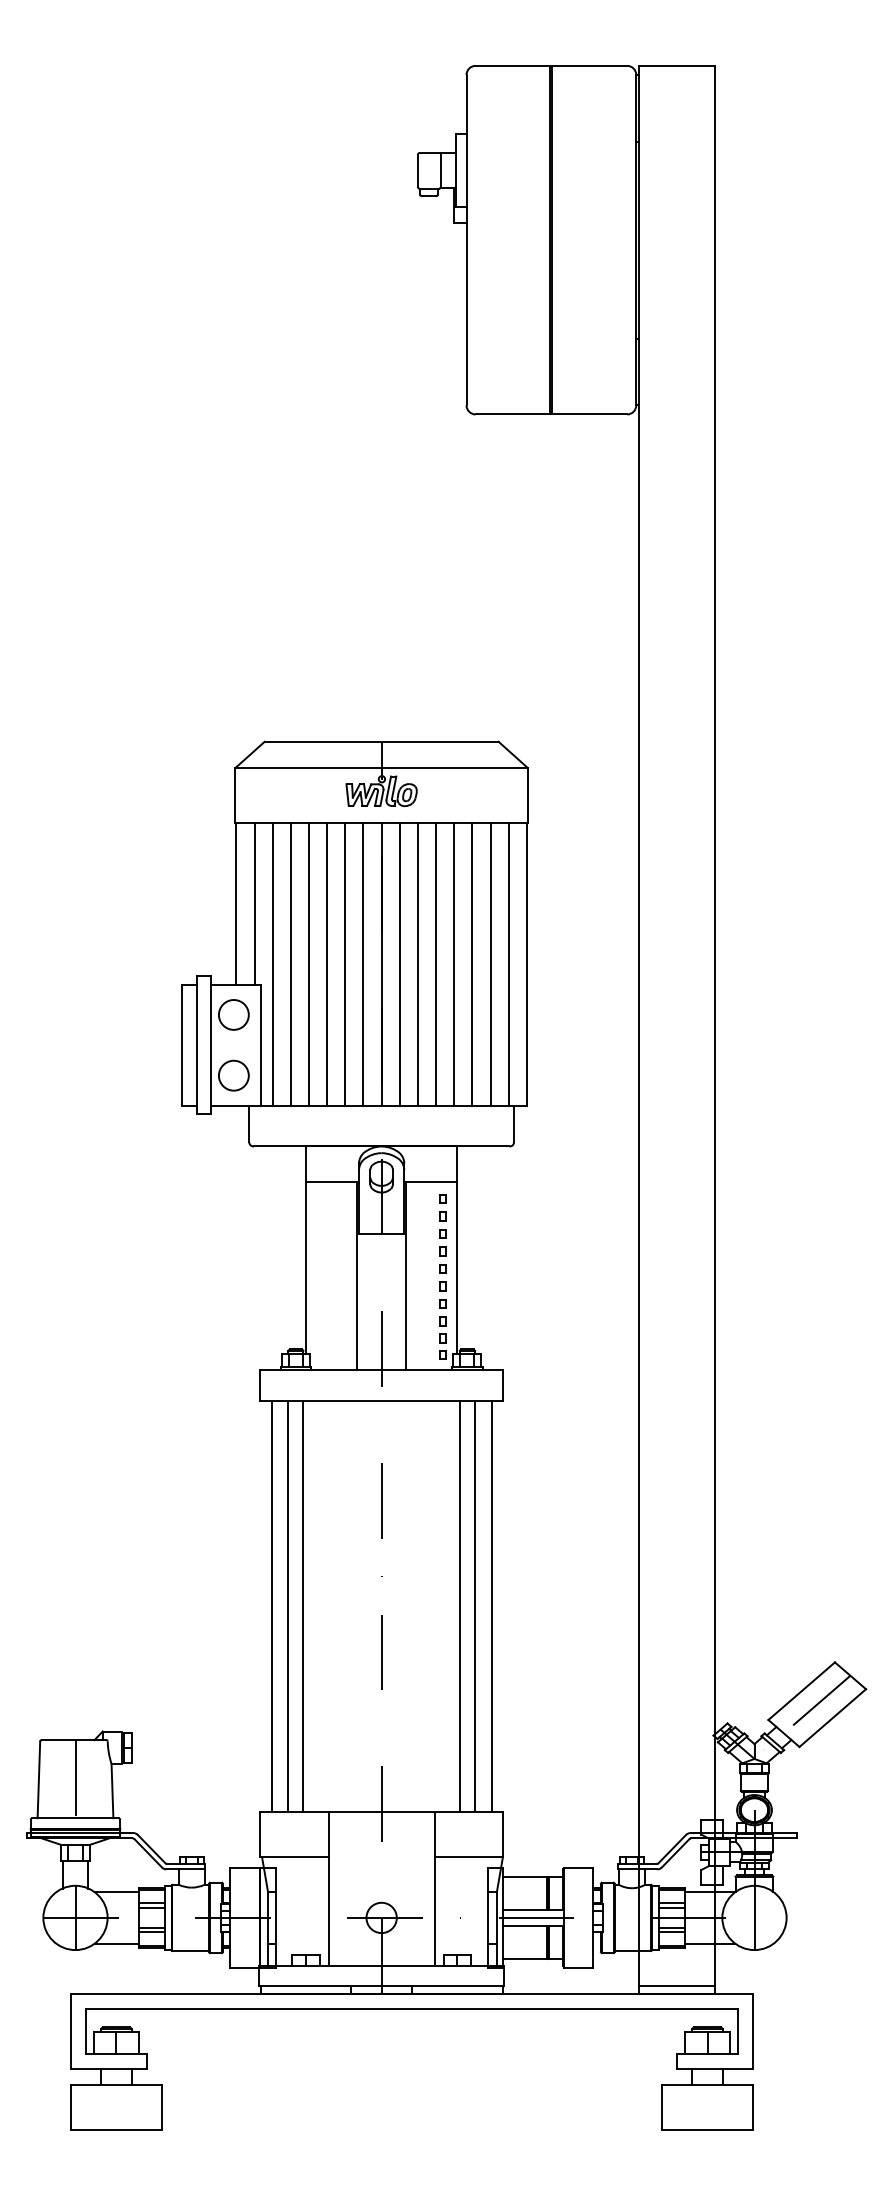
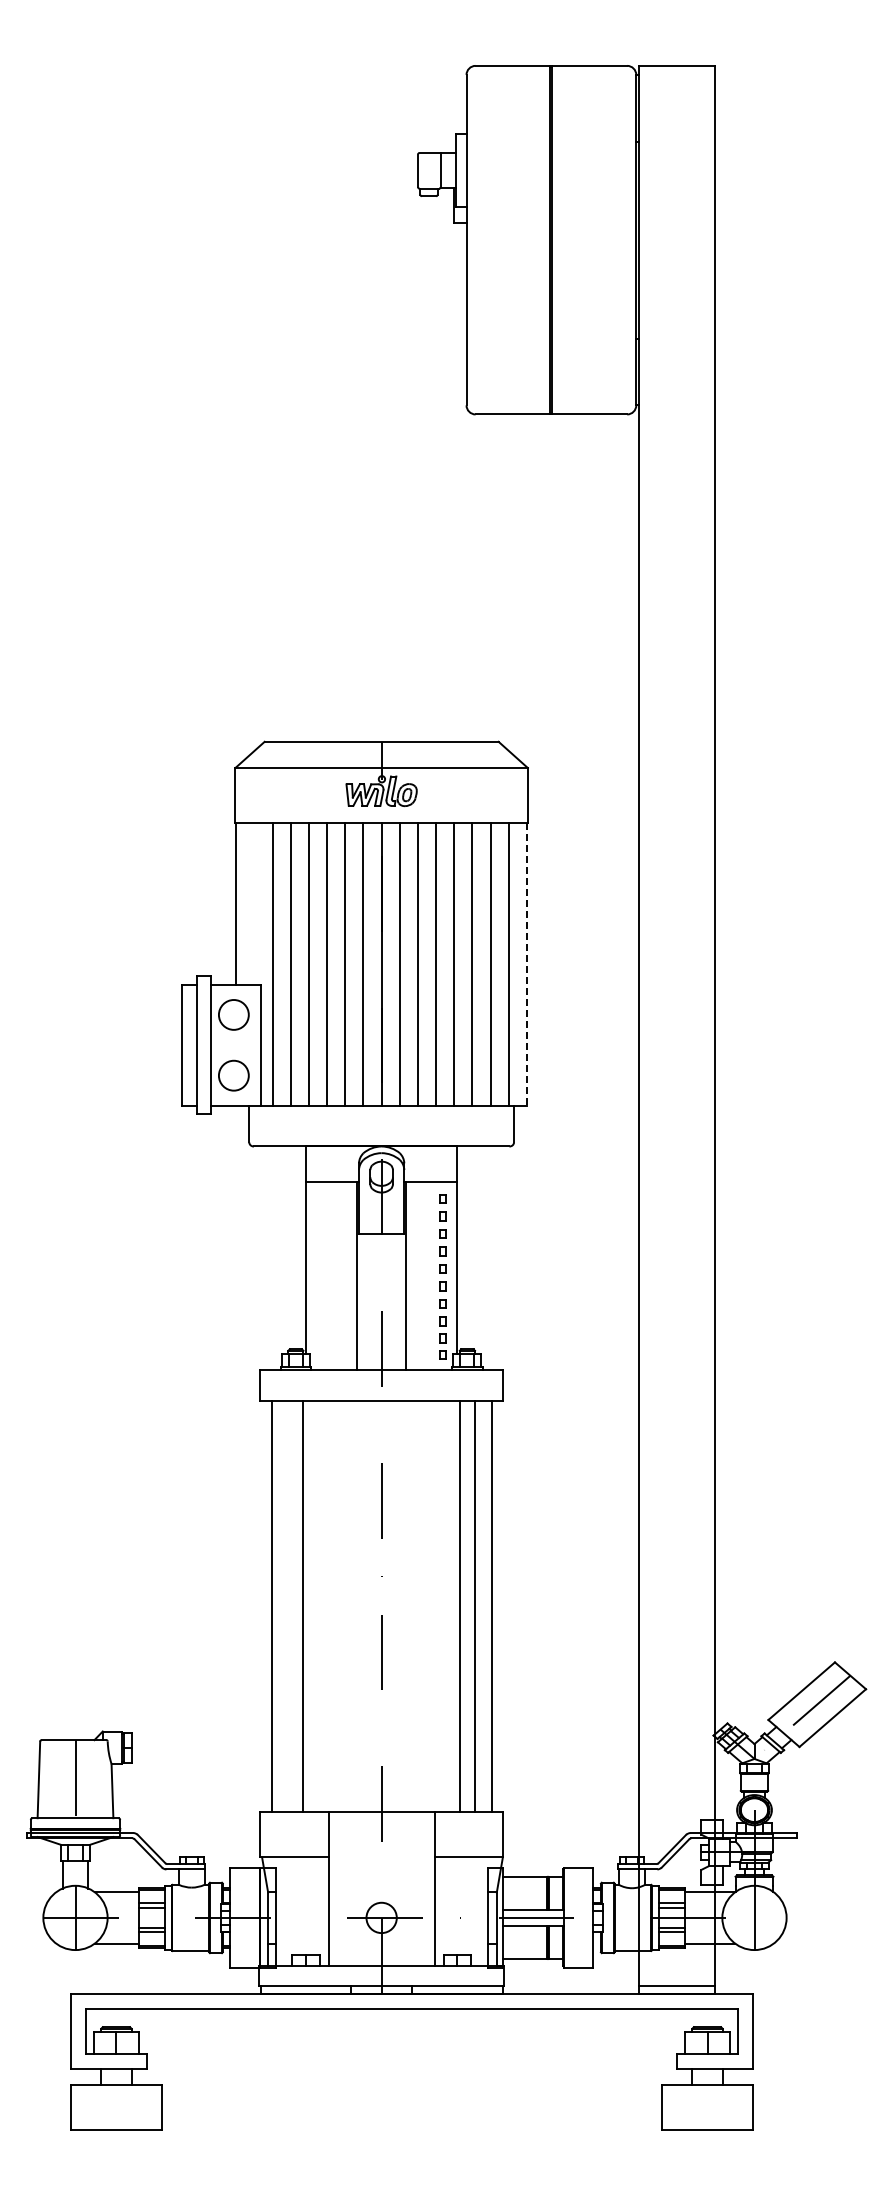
line at (254, 903): present -> none
line at (527, 964): solid -> dashed
line at (288, 1605): present -> none
